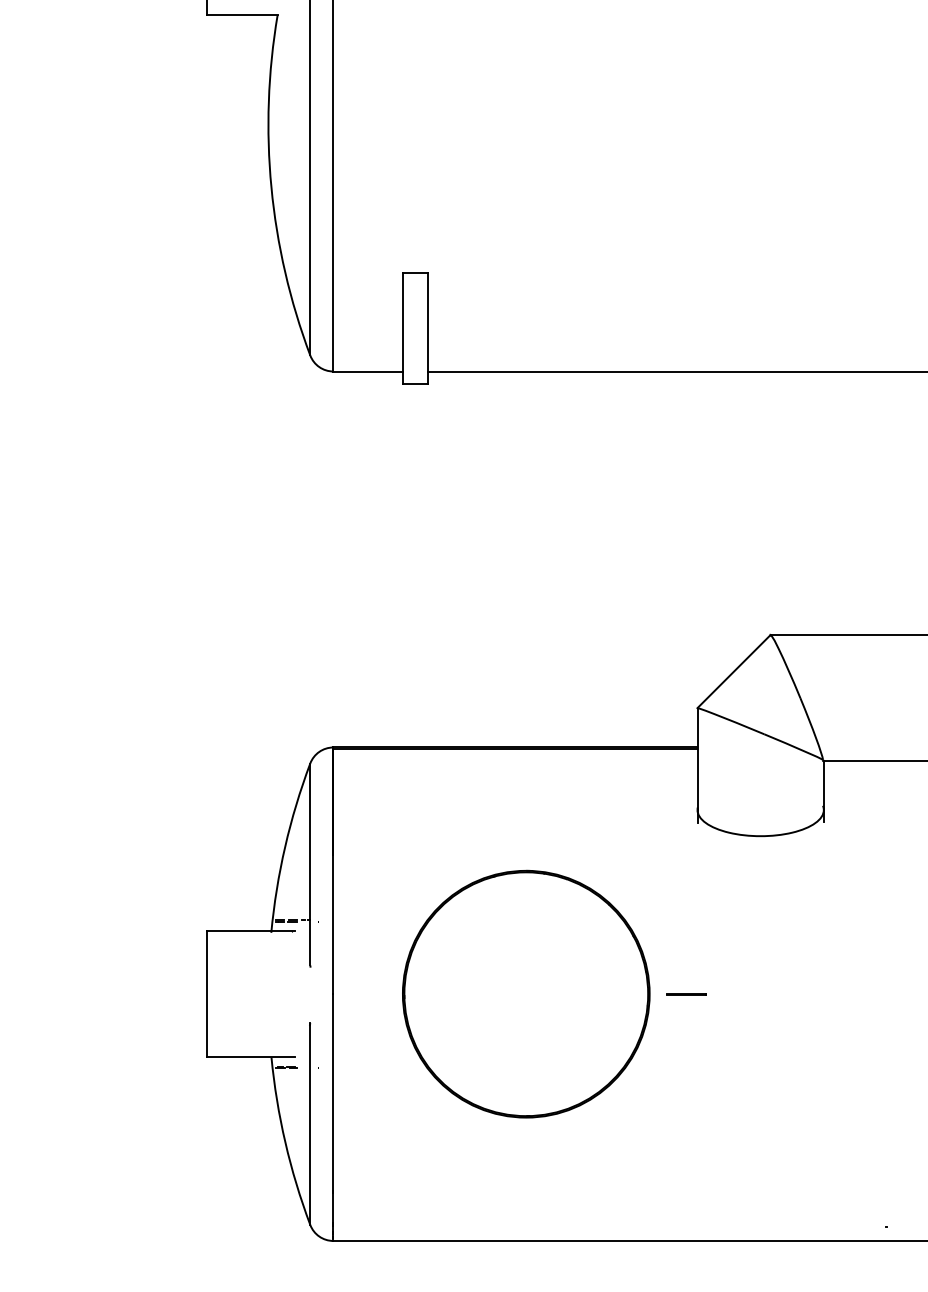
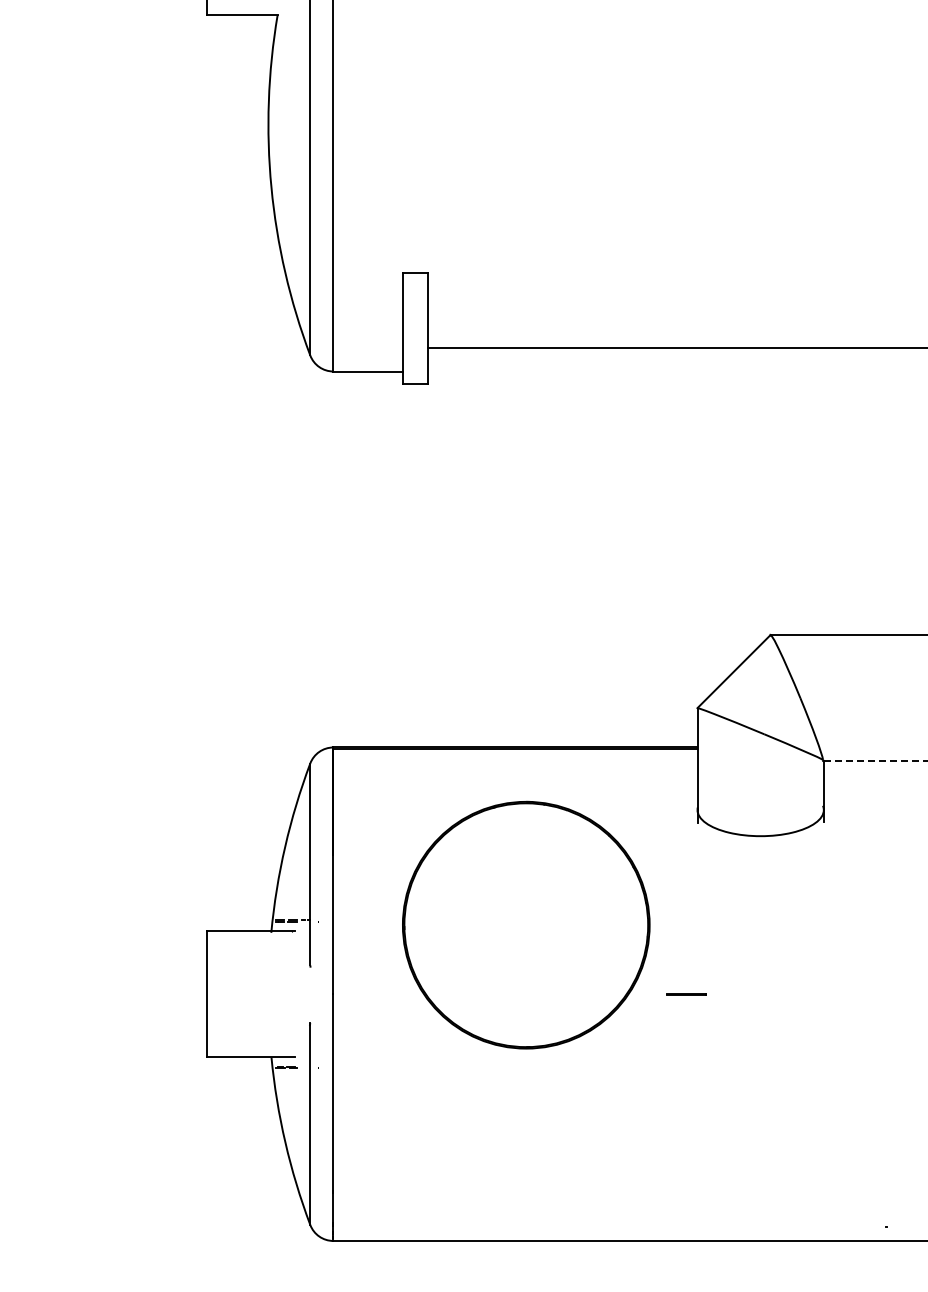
line at (675, 371) position: (675, 371) -> (675, 347)
line at (875, 761): solid -> dashed
part at (526, 993) position: (526, 993) -> (526, 924)
